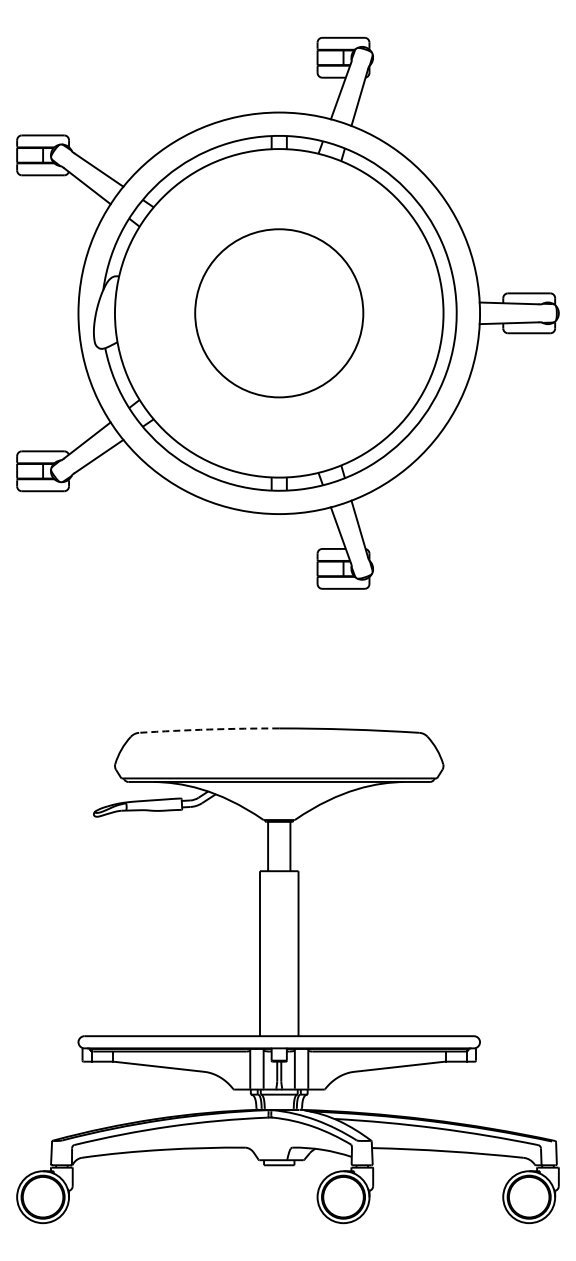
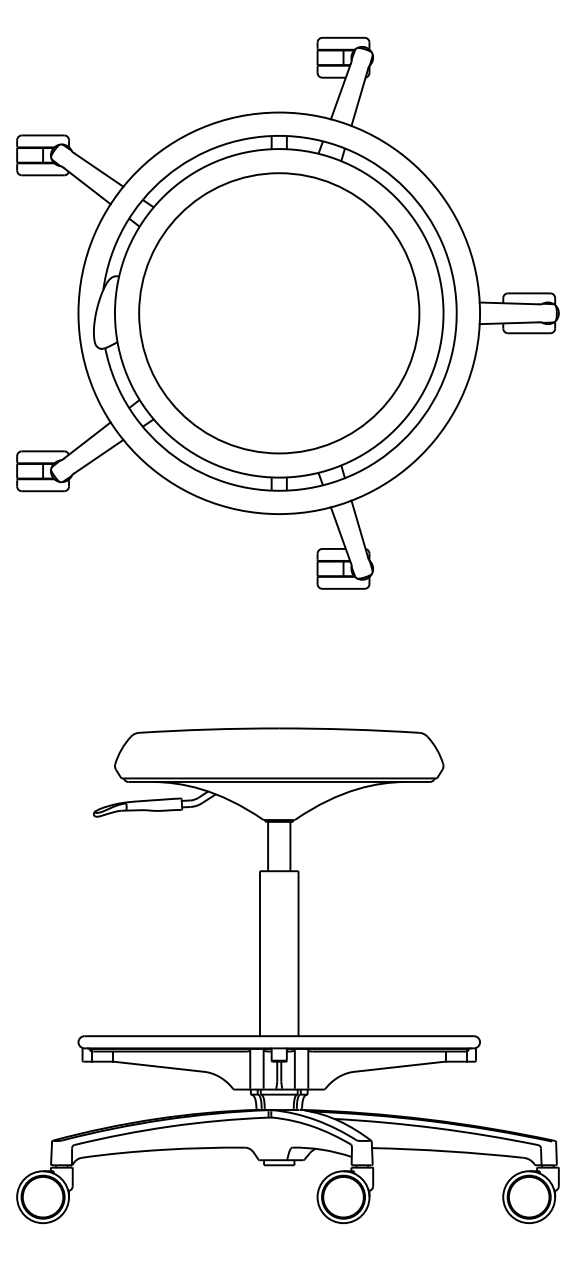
circle at (279, 313) diameter: 168 px -> 280 px
arc at (209, 729): dashed -> solid
